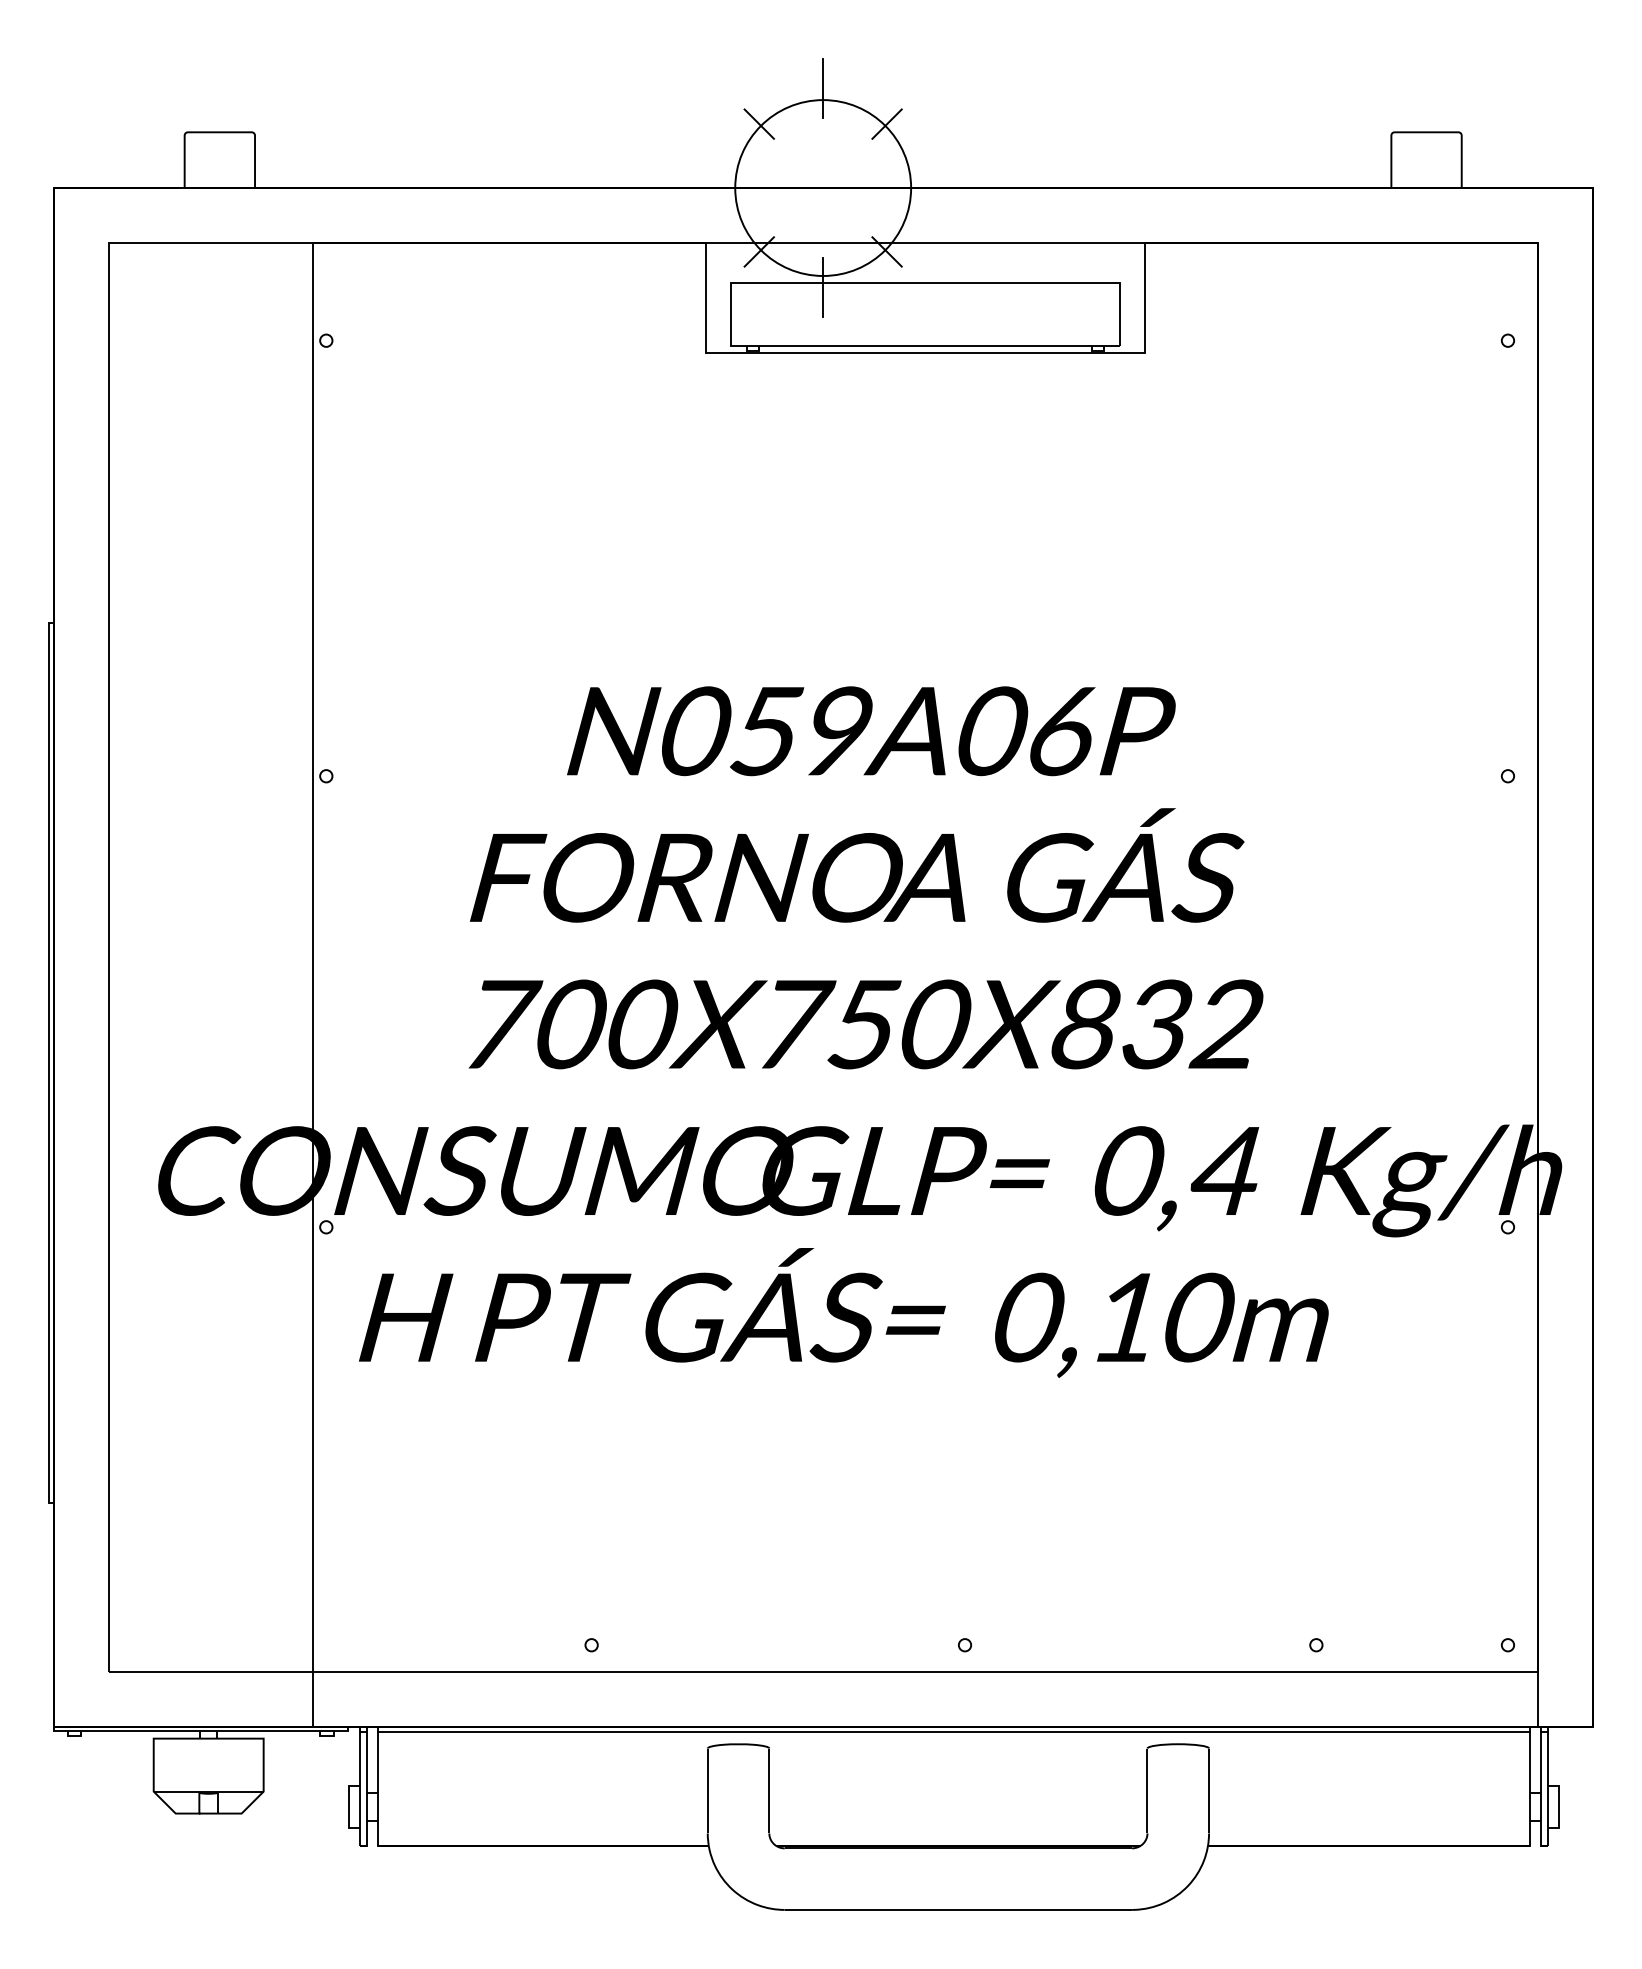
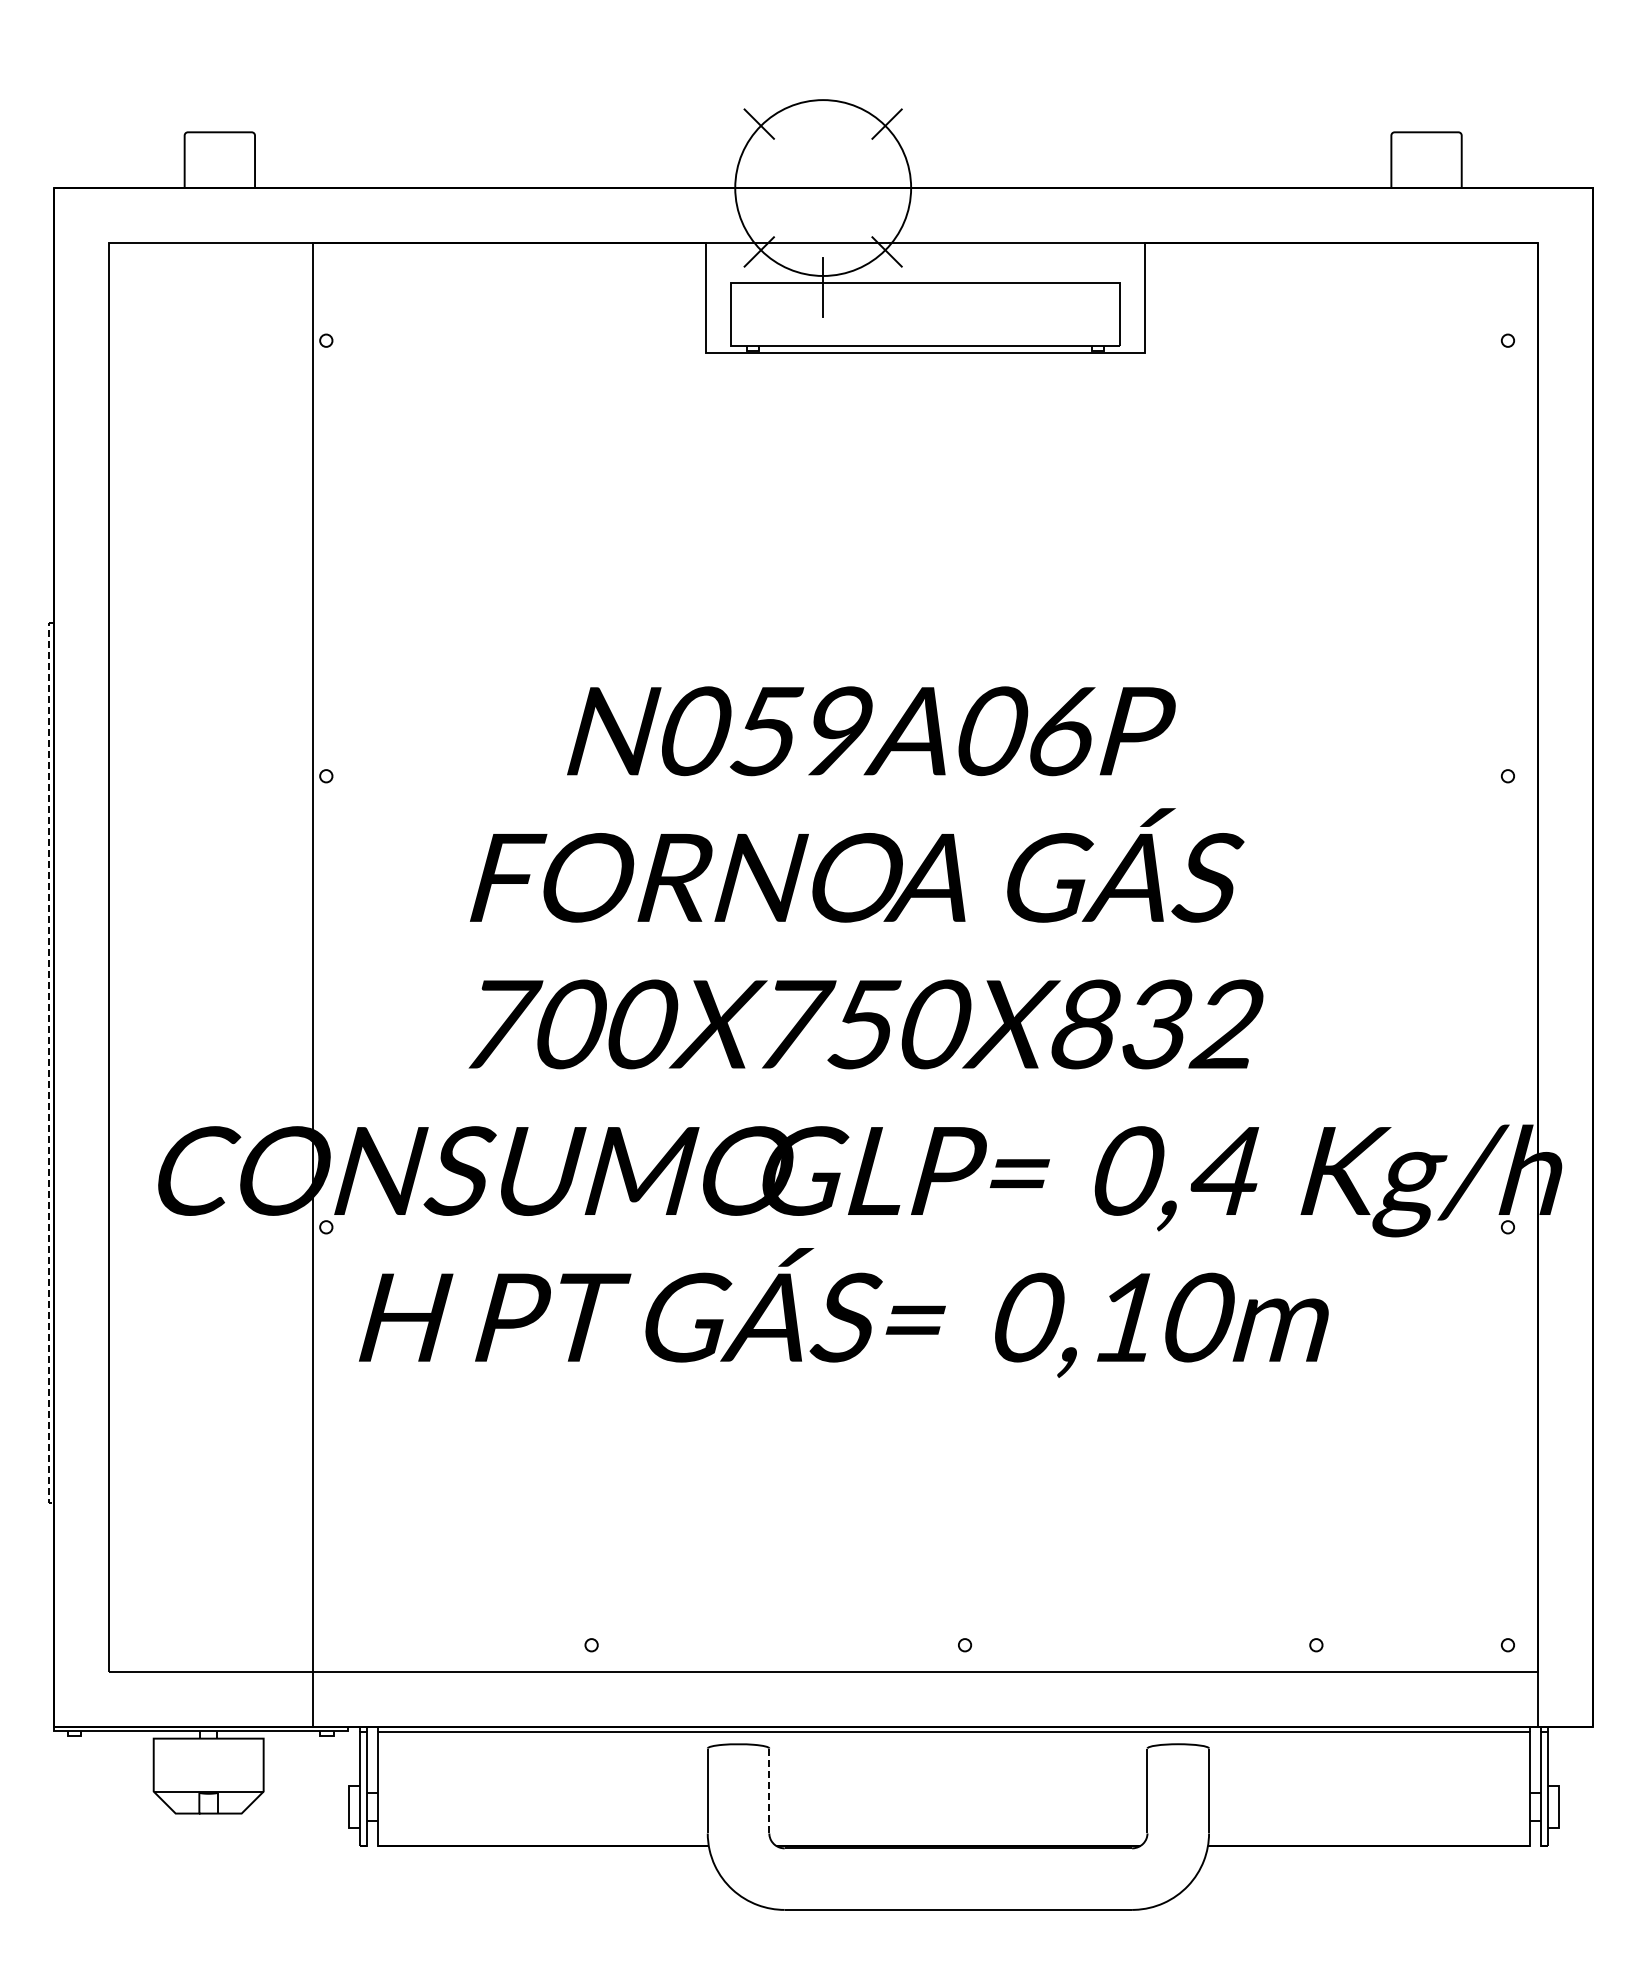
line at (823, 88): present -> none
line at (49, 1063): solid -> dashed
line at (769, 1790): solid -> dashed
